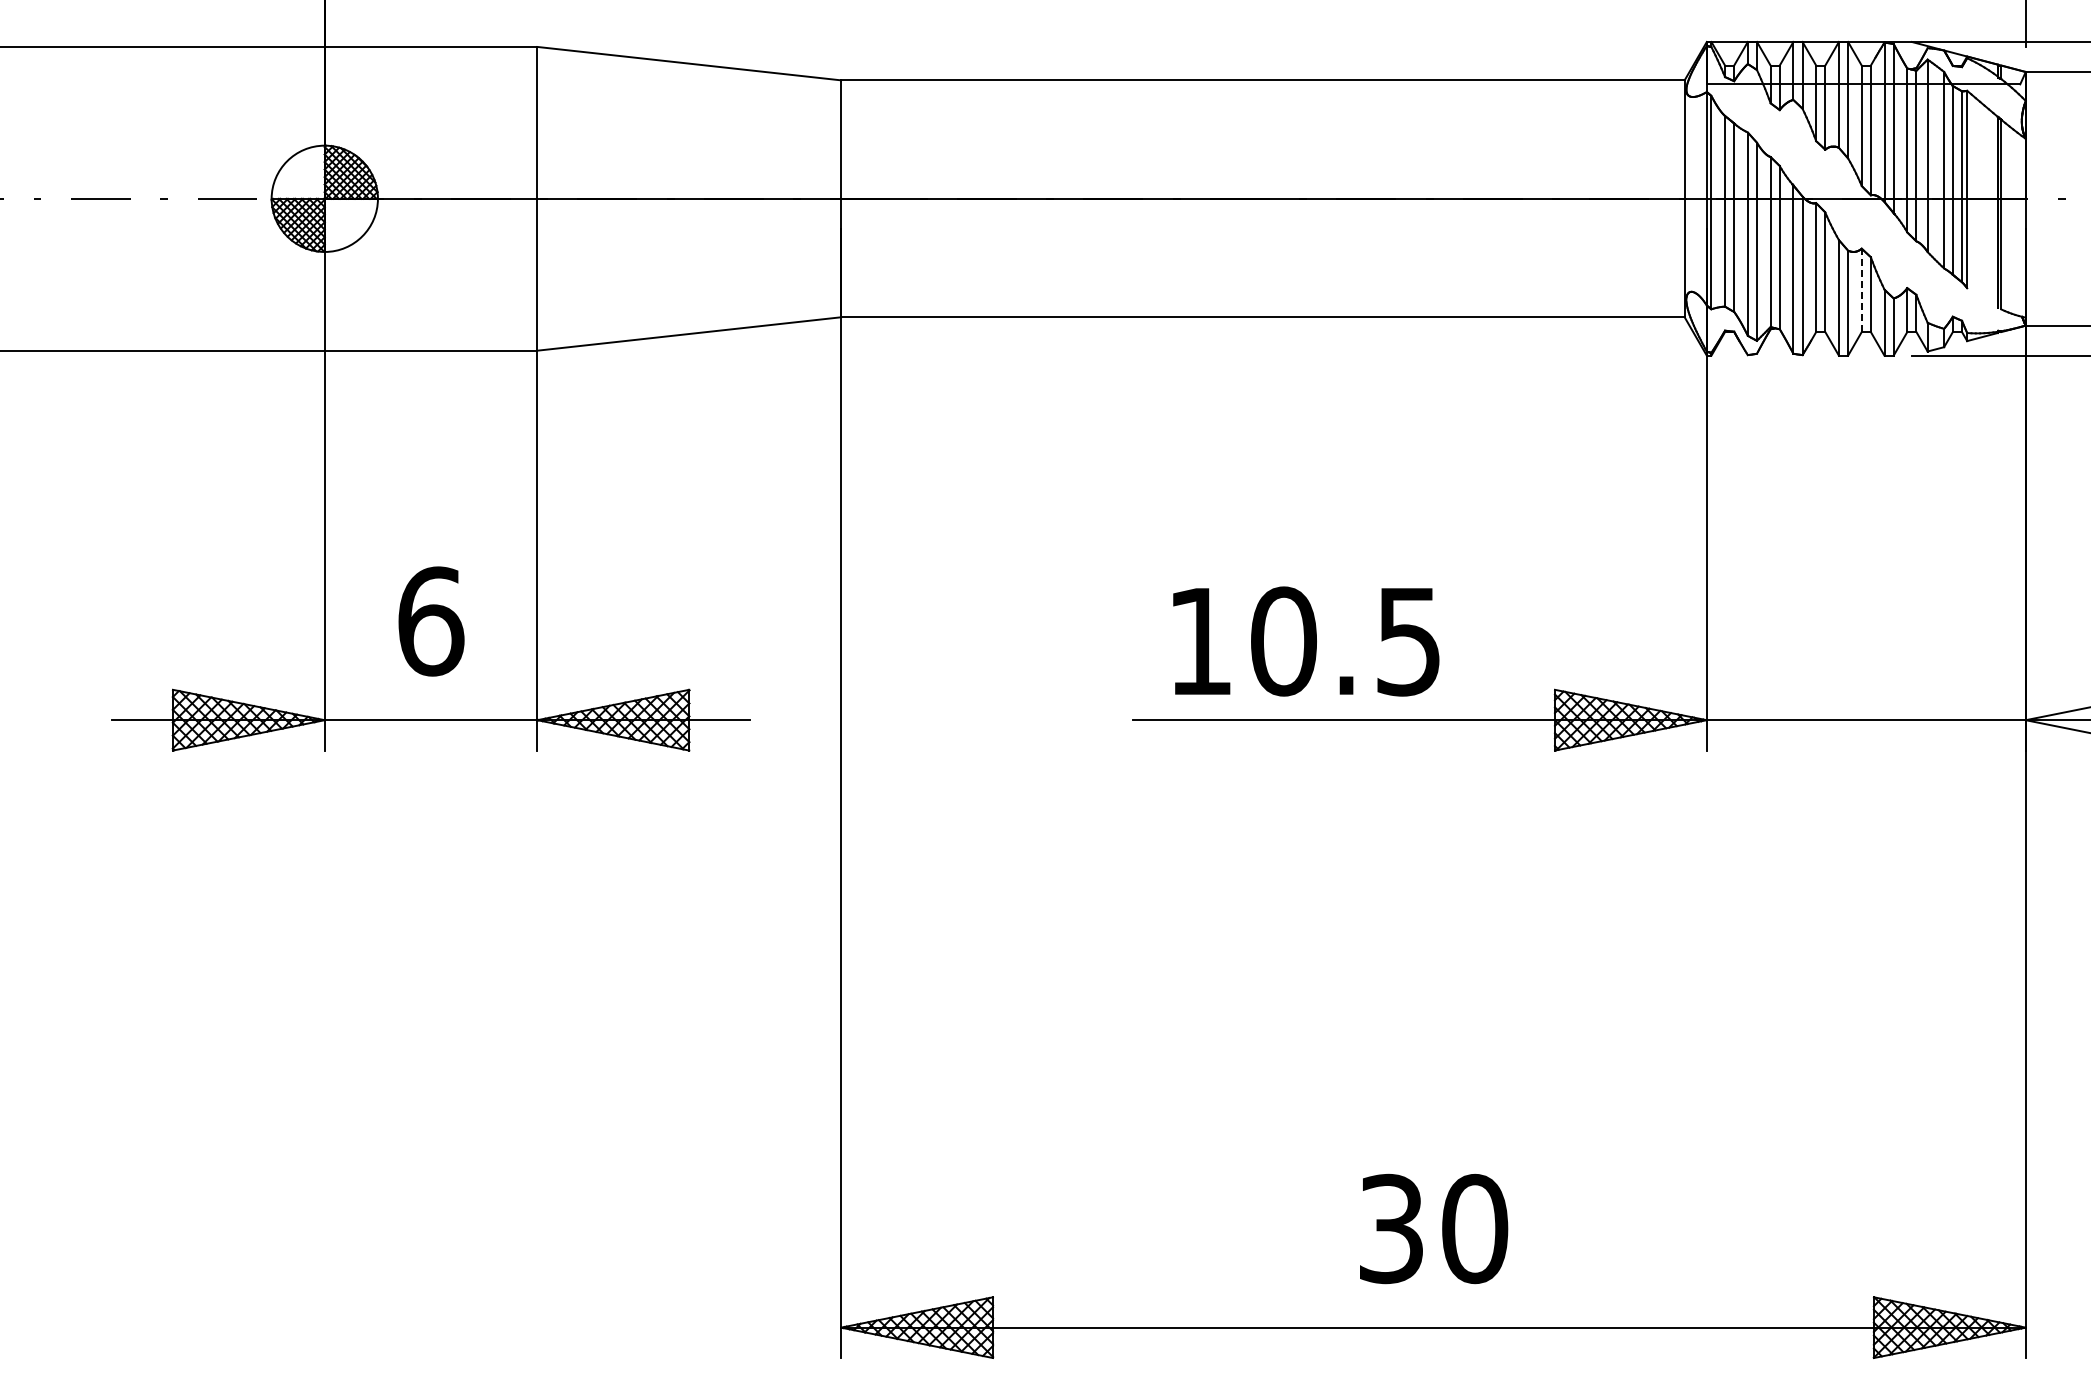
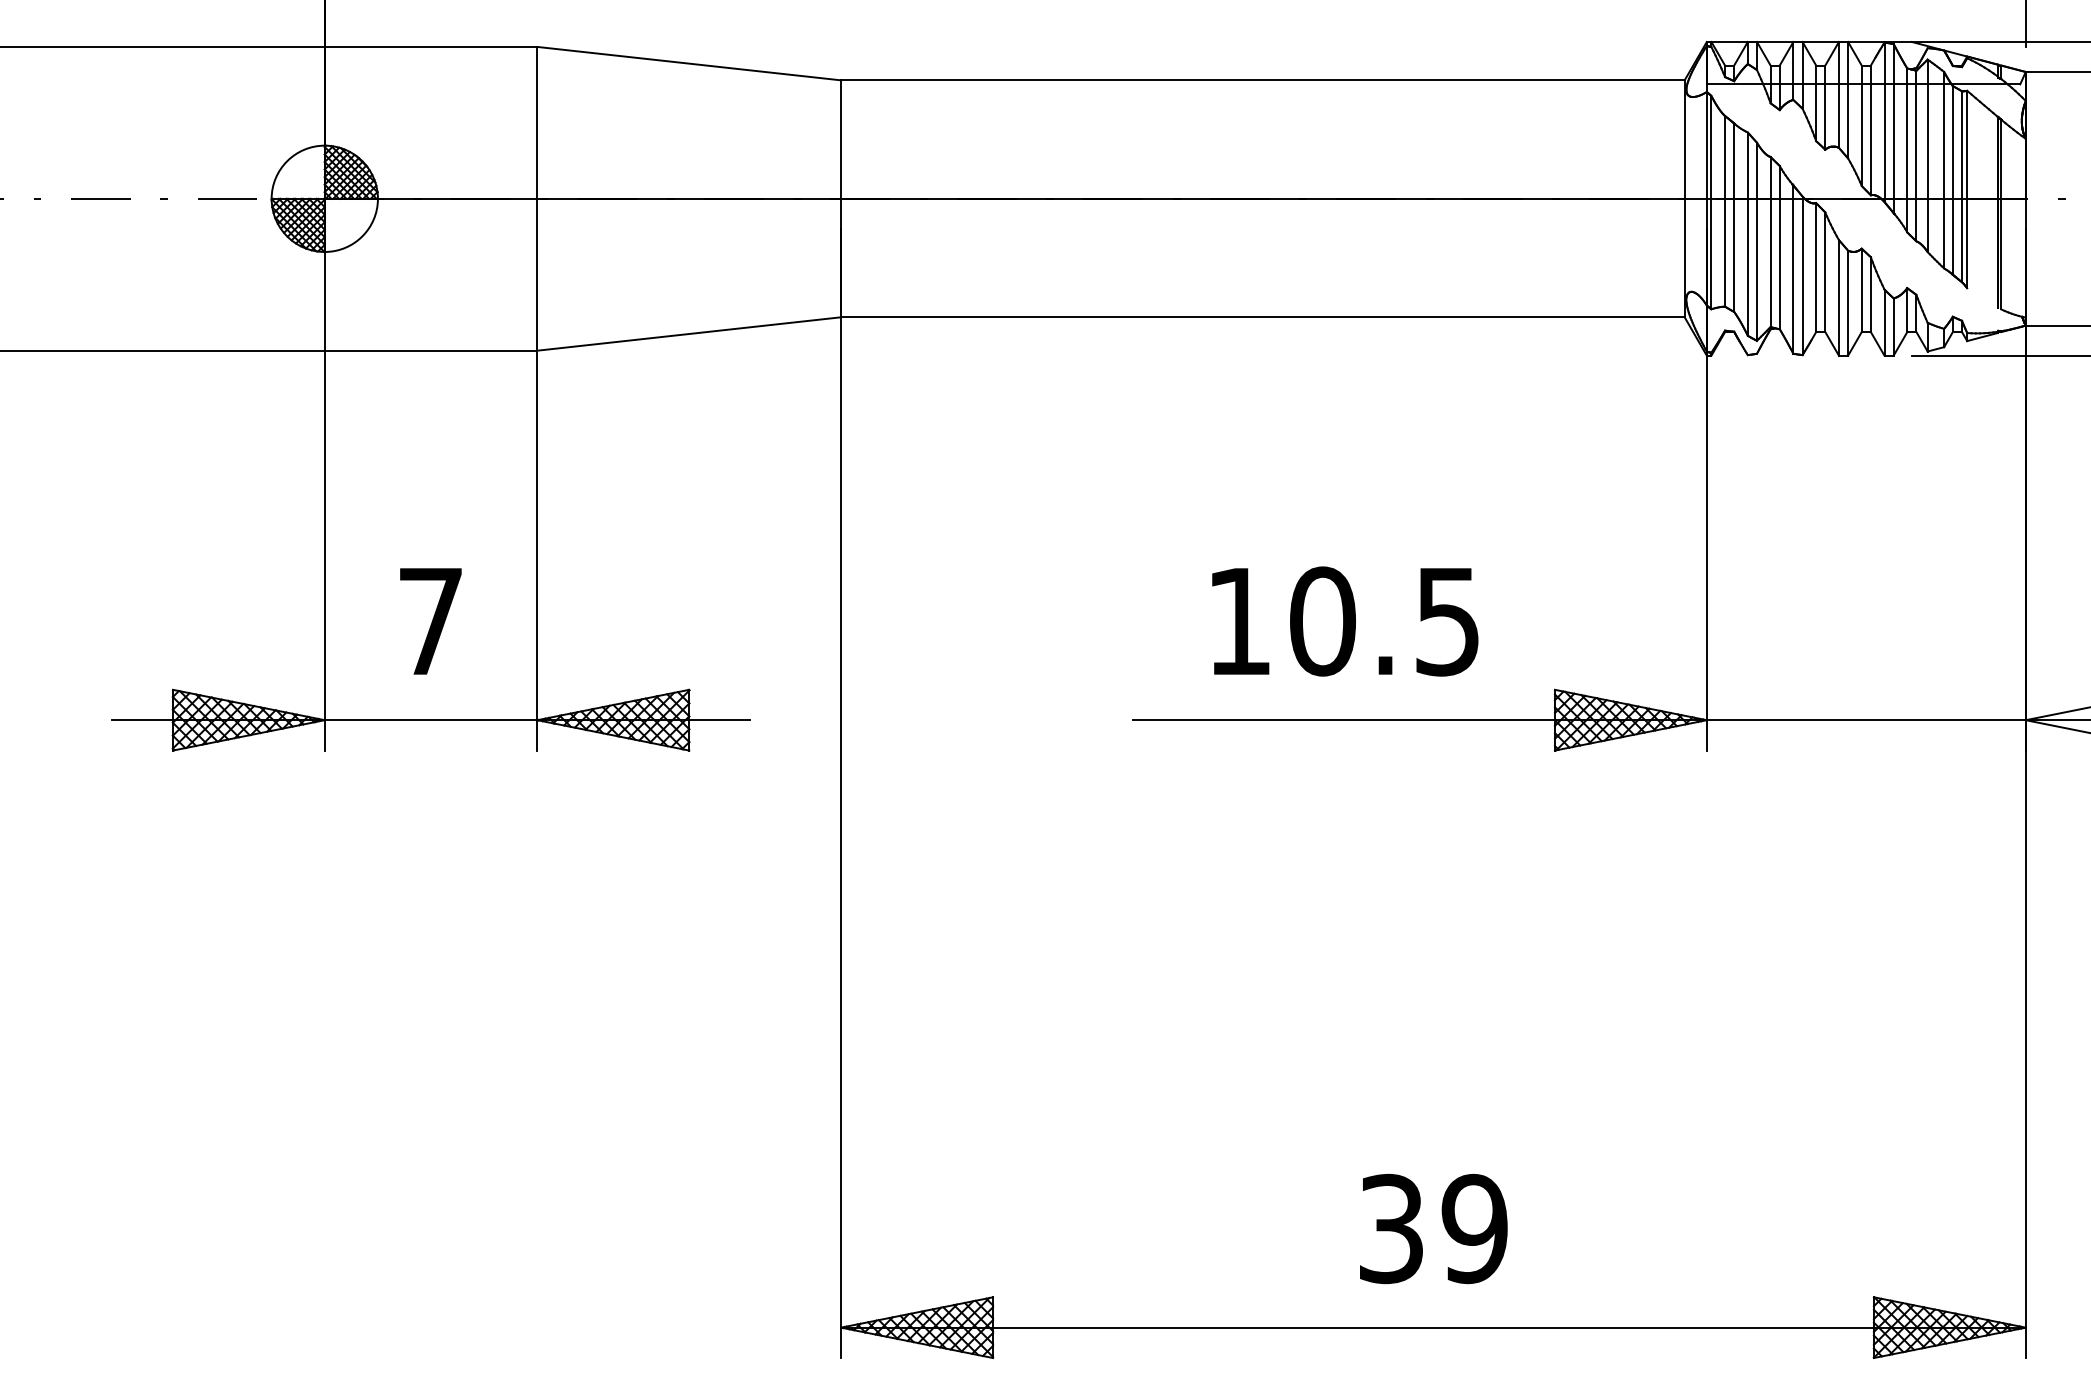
line at (1861, 290): dashed -> solid
text at (431, 621): 6 -> 7
text at (1306, 641) position: (1306, 641) -> (1345, 621)
text at (1474, 1229): 30 -> 39
